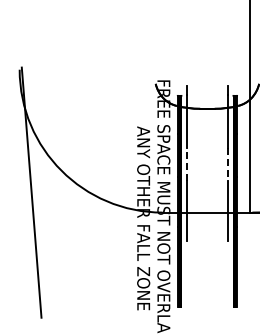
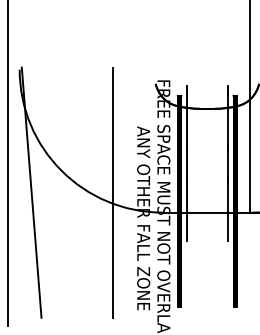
line at (8, 164): none -> present
line at (186, 164): dashed -> solid
line at (227, 165): dashed -> solid
line at (113, 192): none -> present
